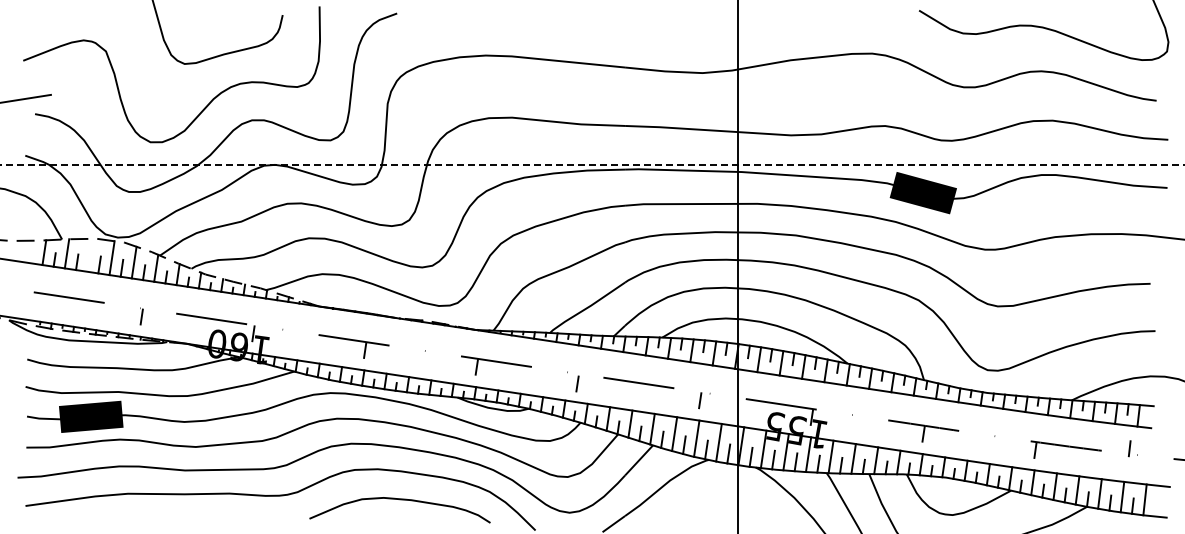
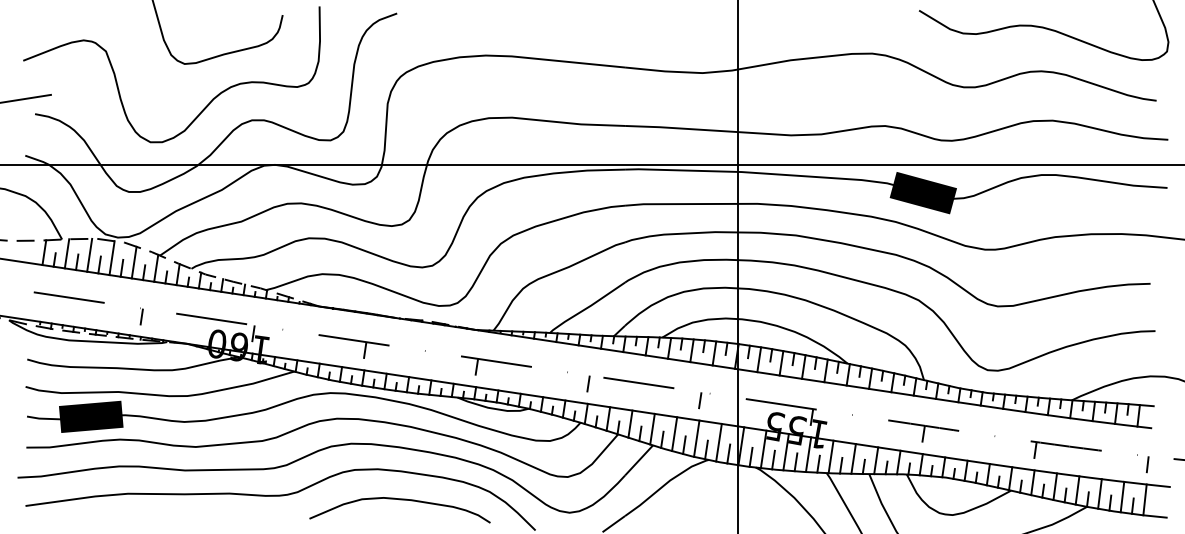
line at (592, 164): dashed -> solid
line at (89, 254): none -> present
line at (577, 383) position: (577, 383) -> (588, 383)
line at (1129, 448) position: (1129, 448) -> (1147, 464)
